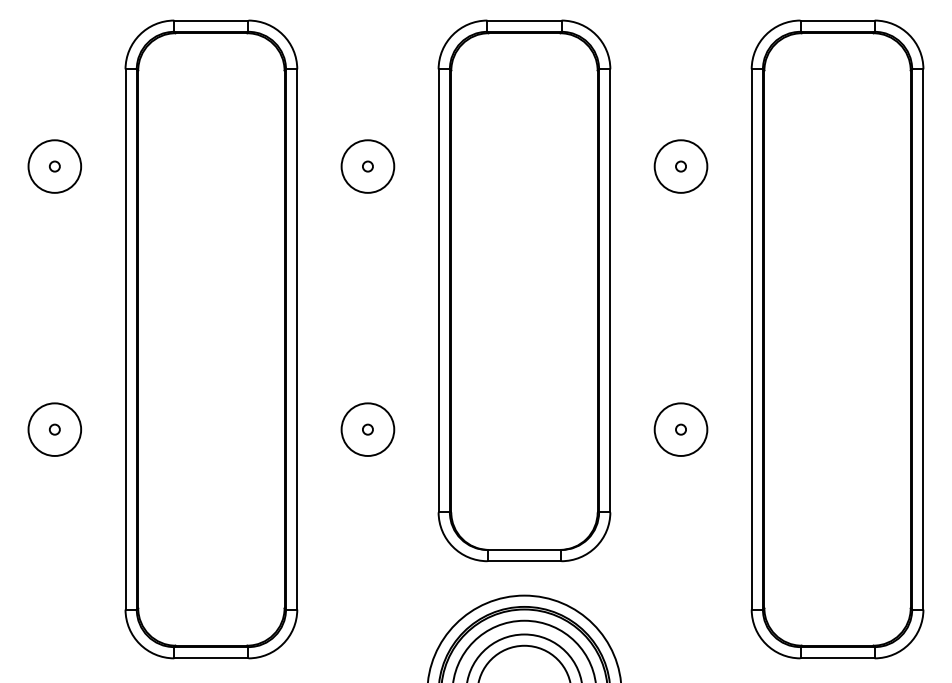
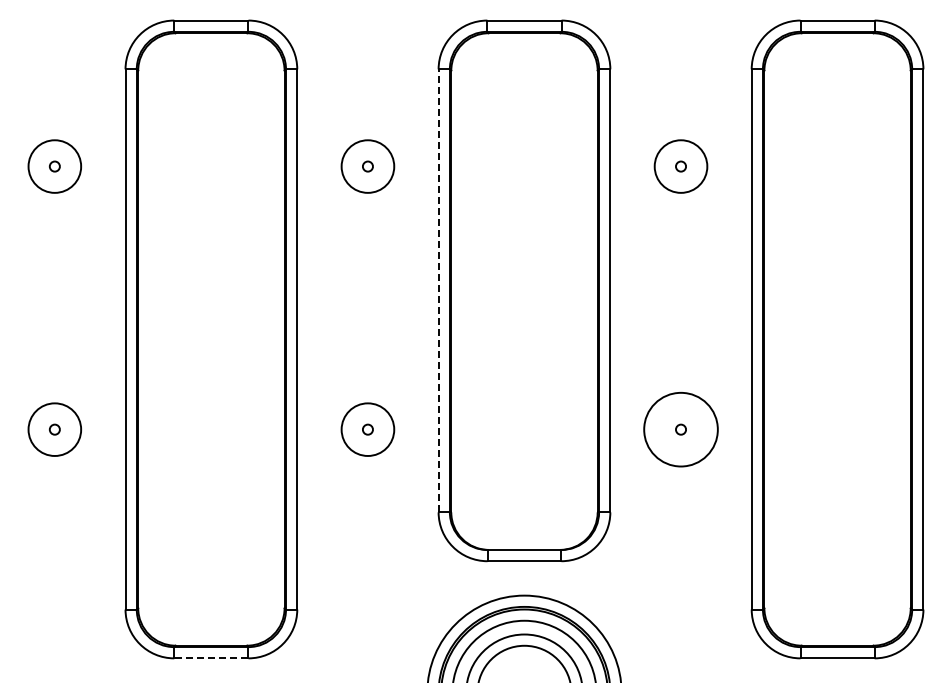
line at (438, 290): solid -> dashed
circle at (680, 429) diameter: 53 px -> 74 px
line at (210, 658): solid -> dashed
